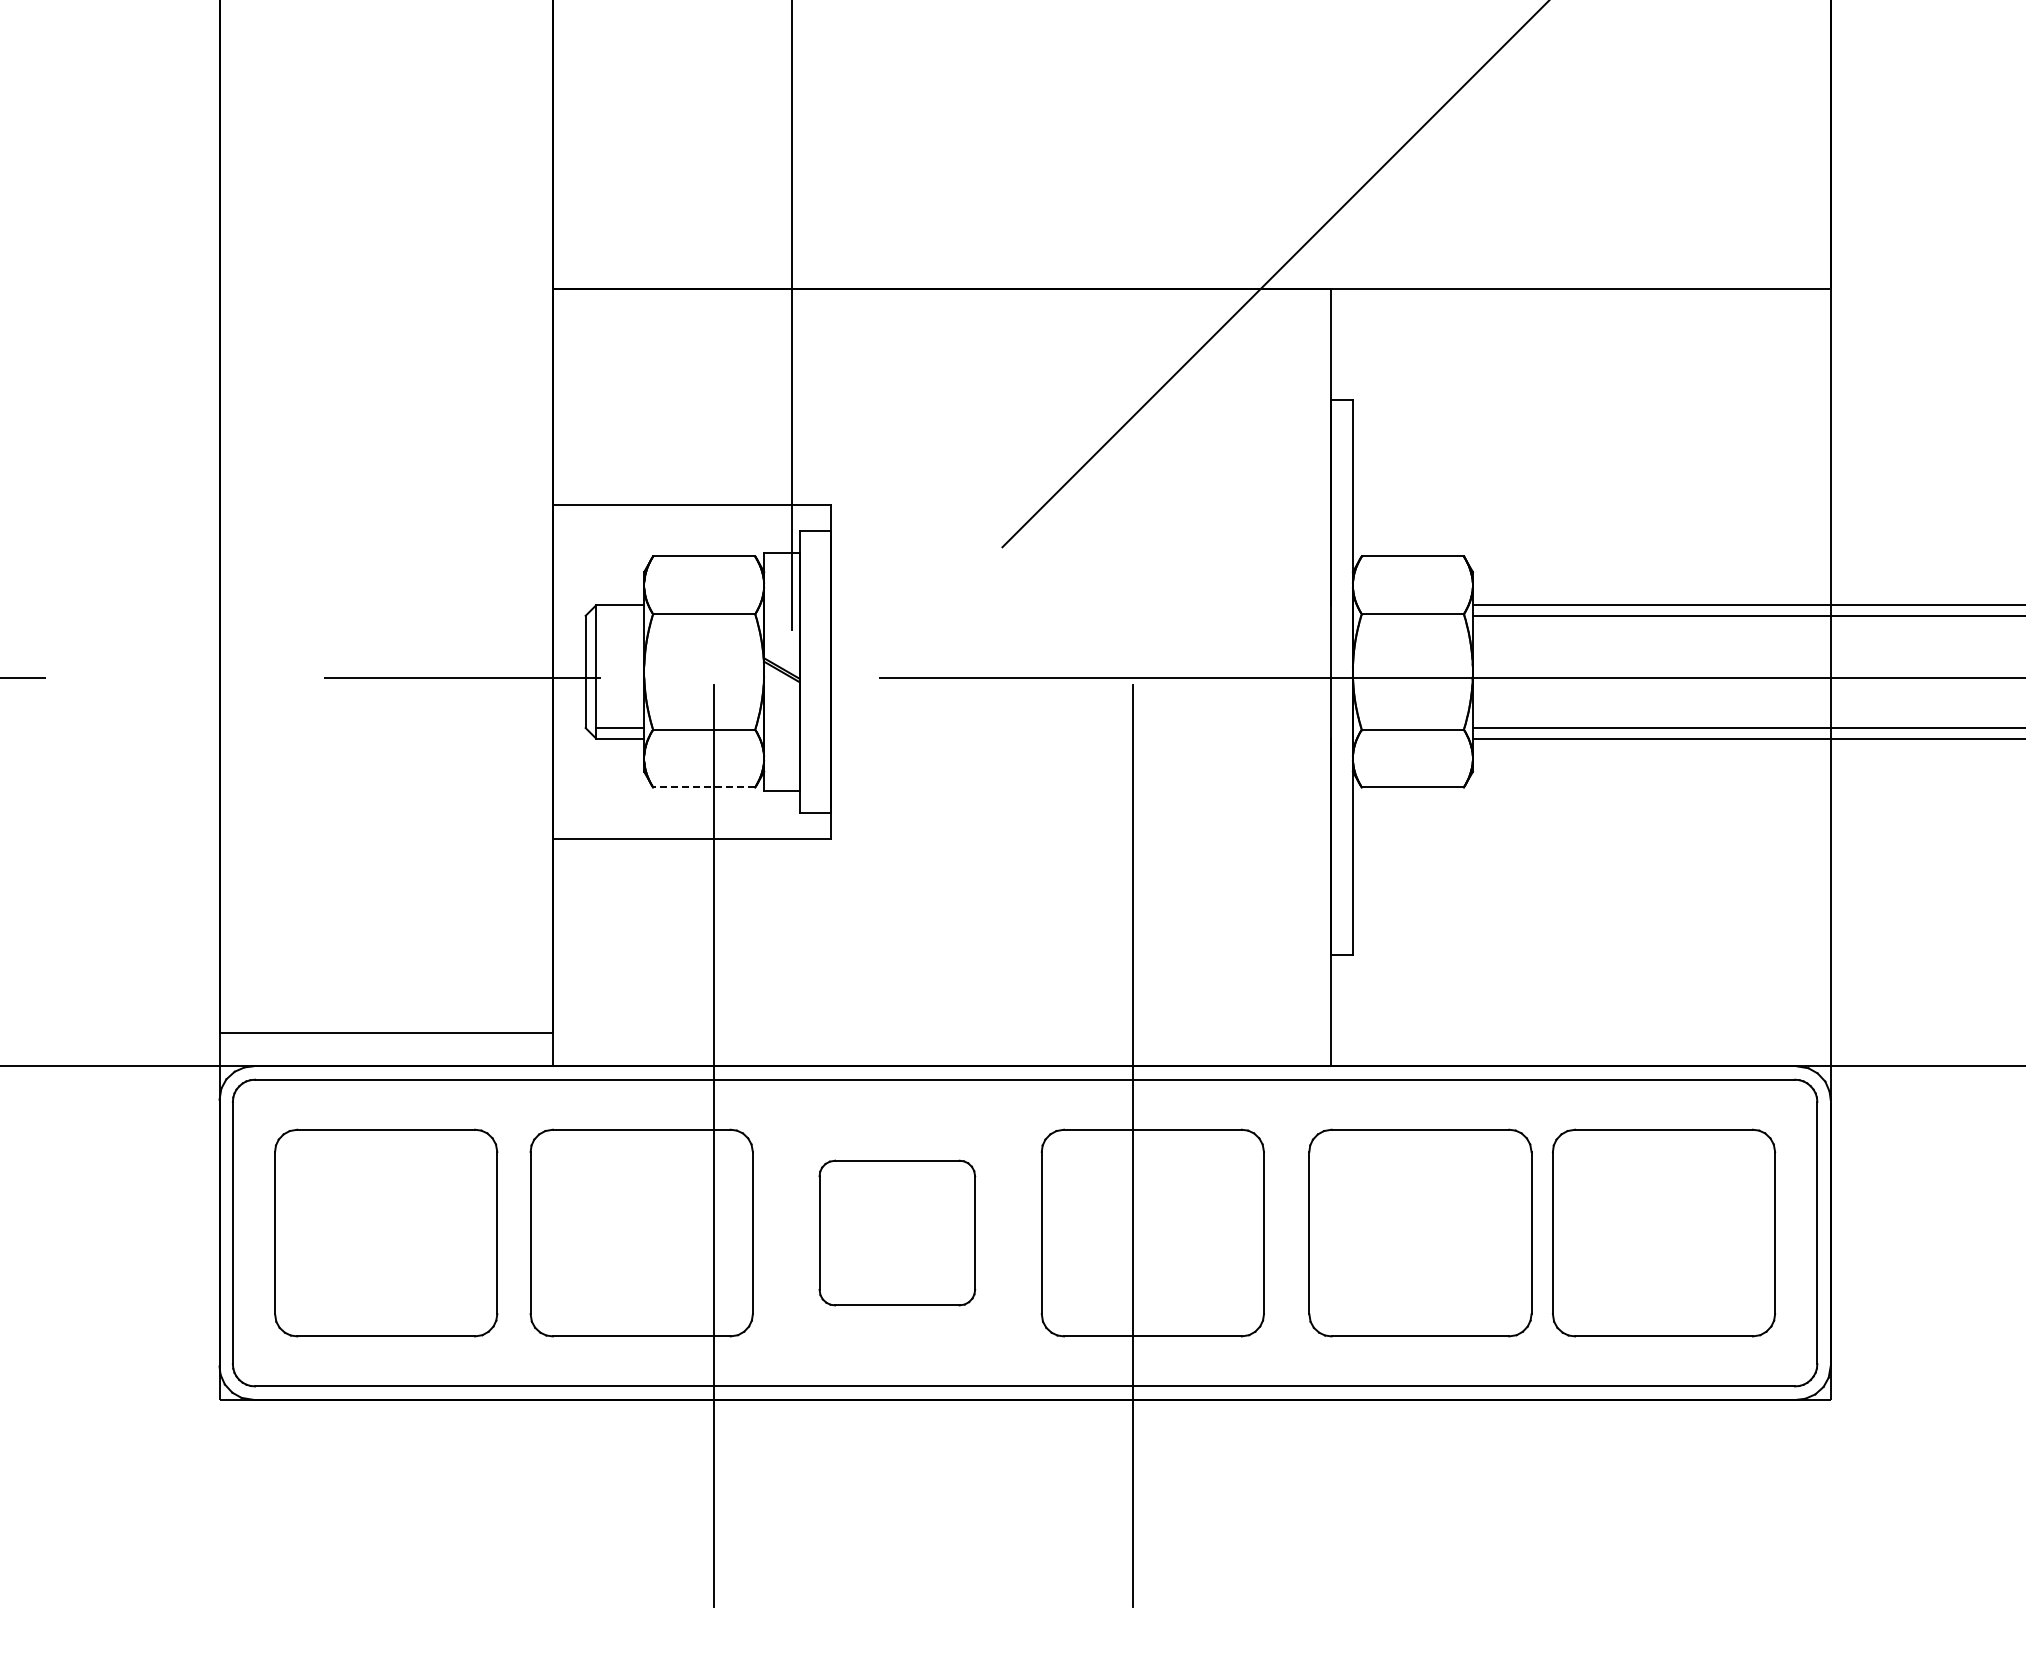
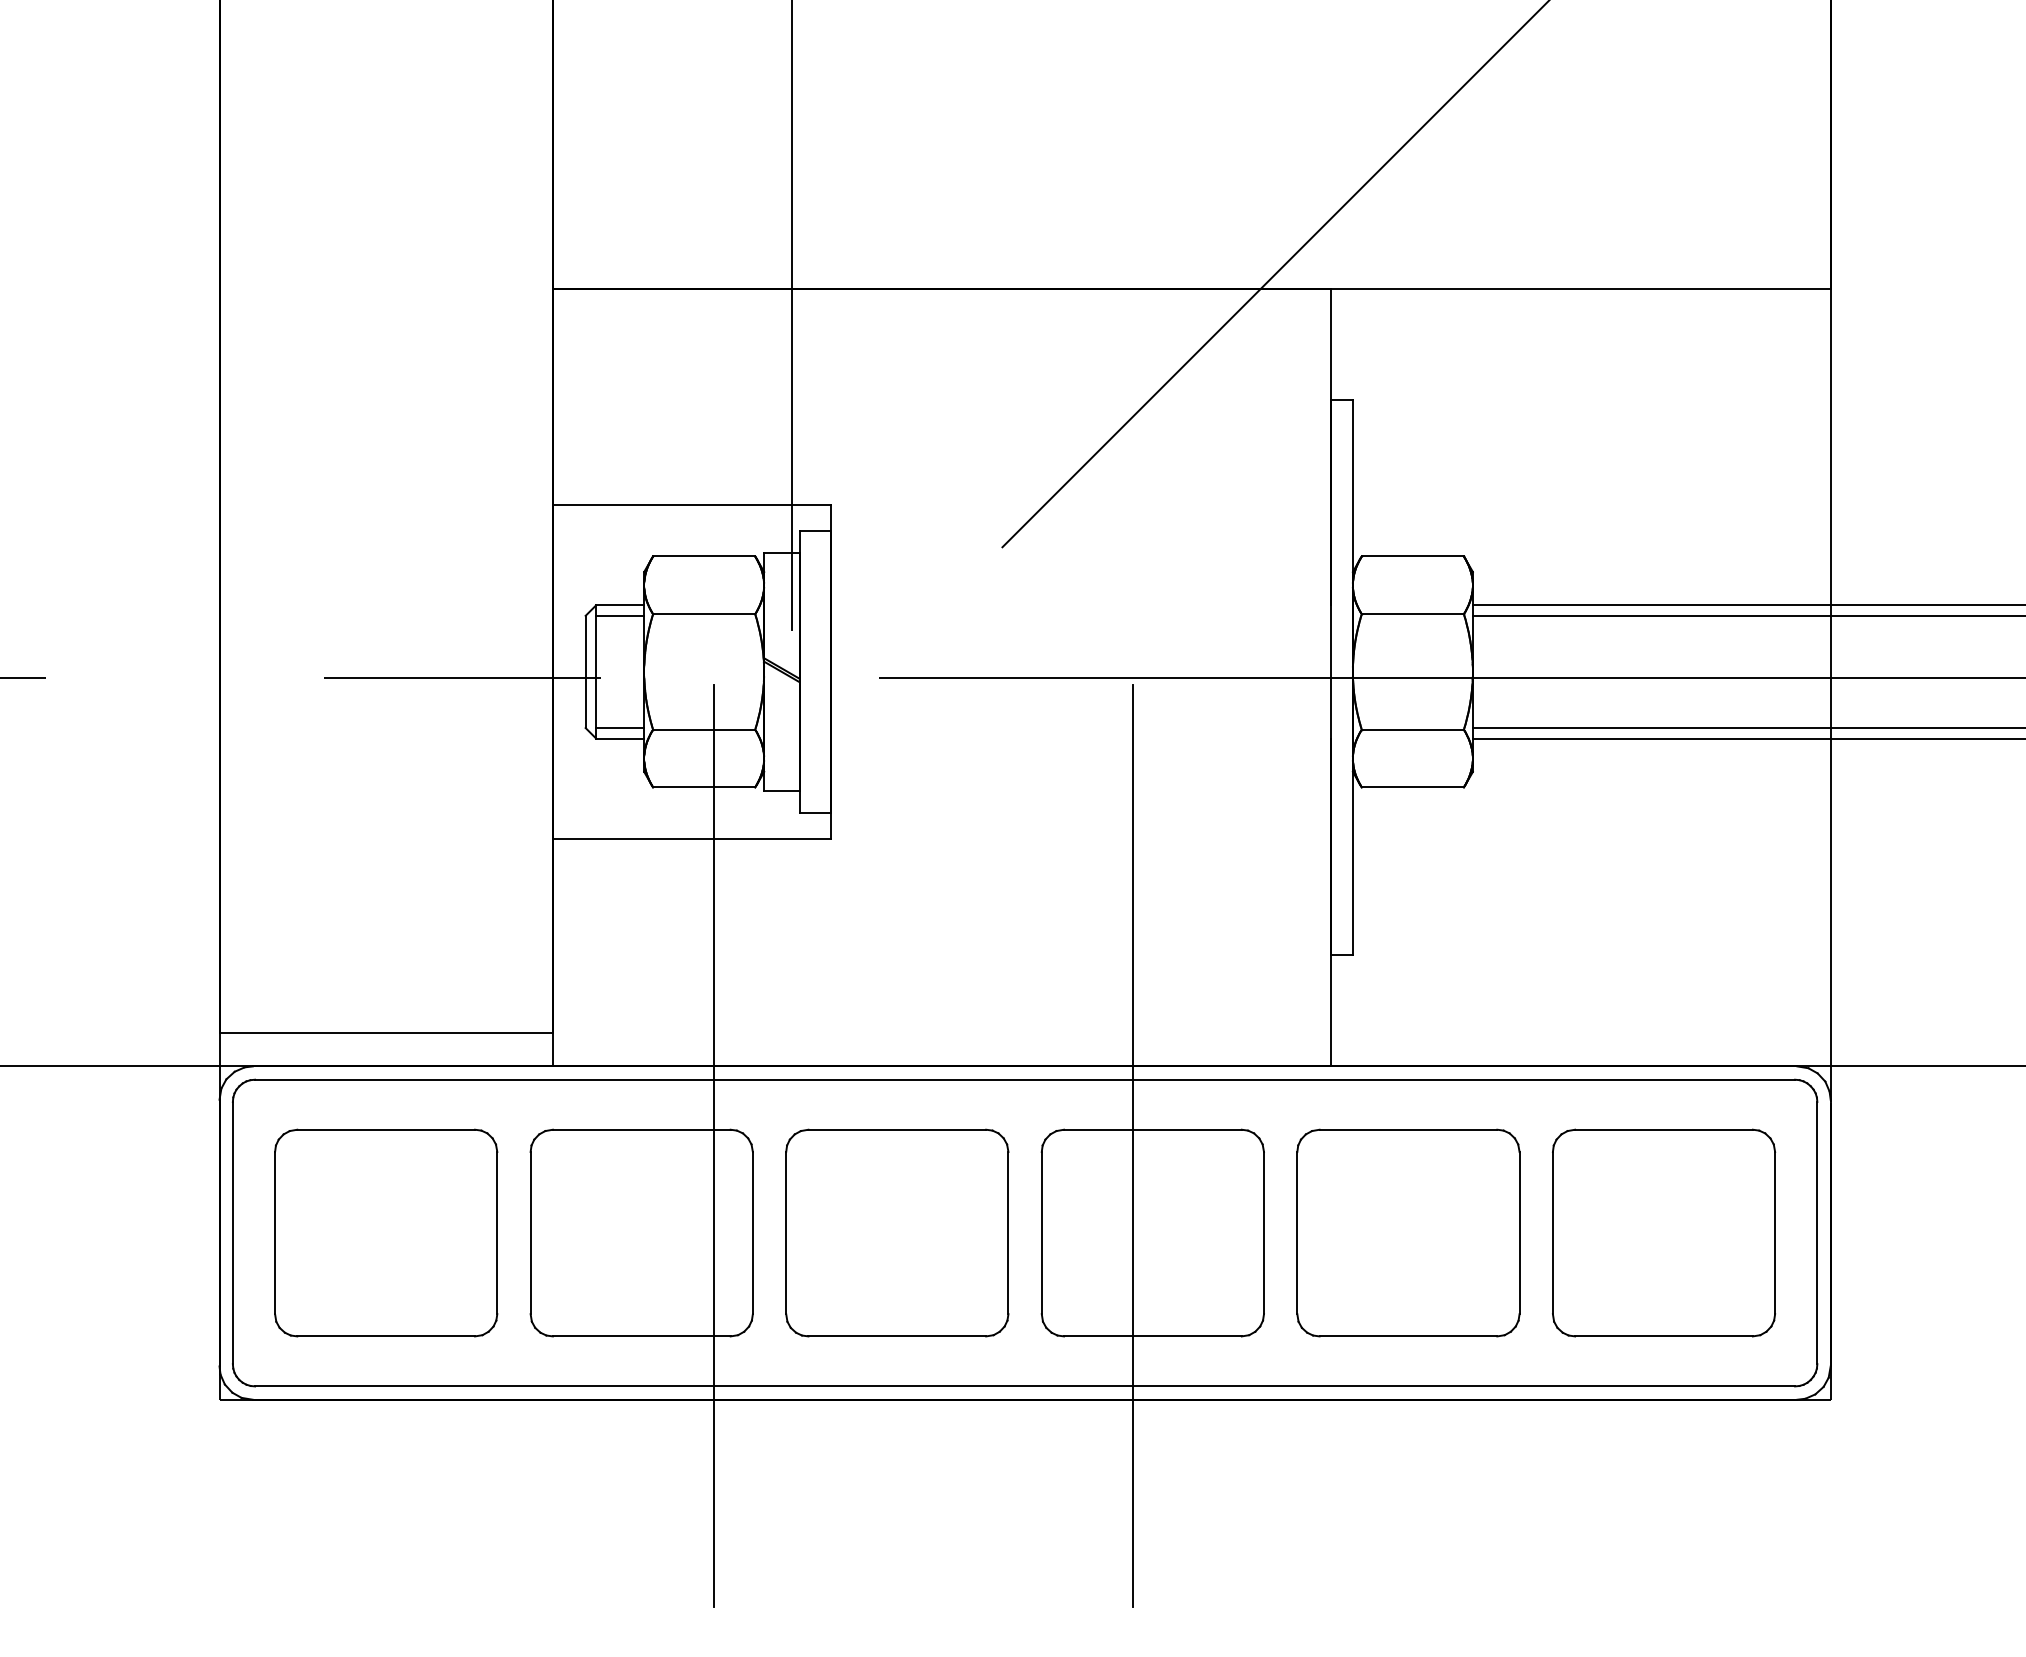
line at (620, 615): none -> present
line at (703, 787): dashed -> solid
part at (897, 1232) size: 159x148 px -> 225x210 px
part at (1420, 1232) position: (1420, 1232) -> (1408, 1232)
